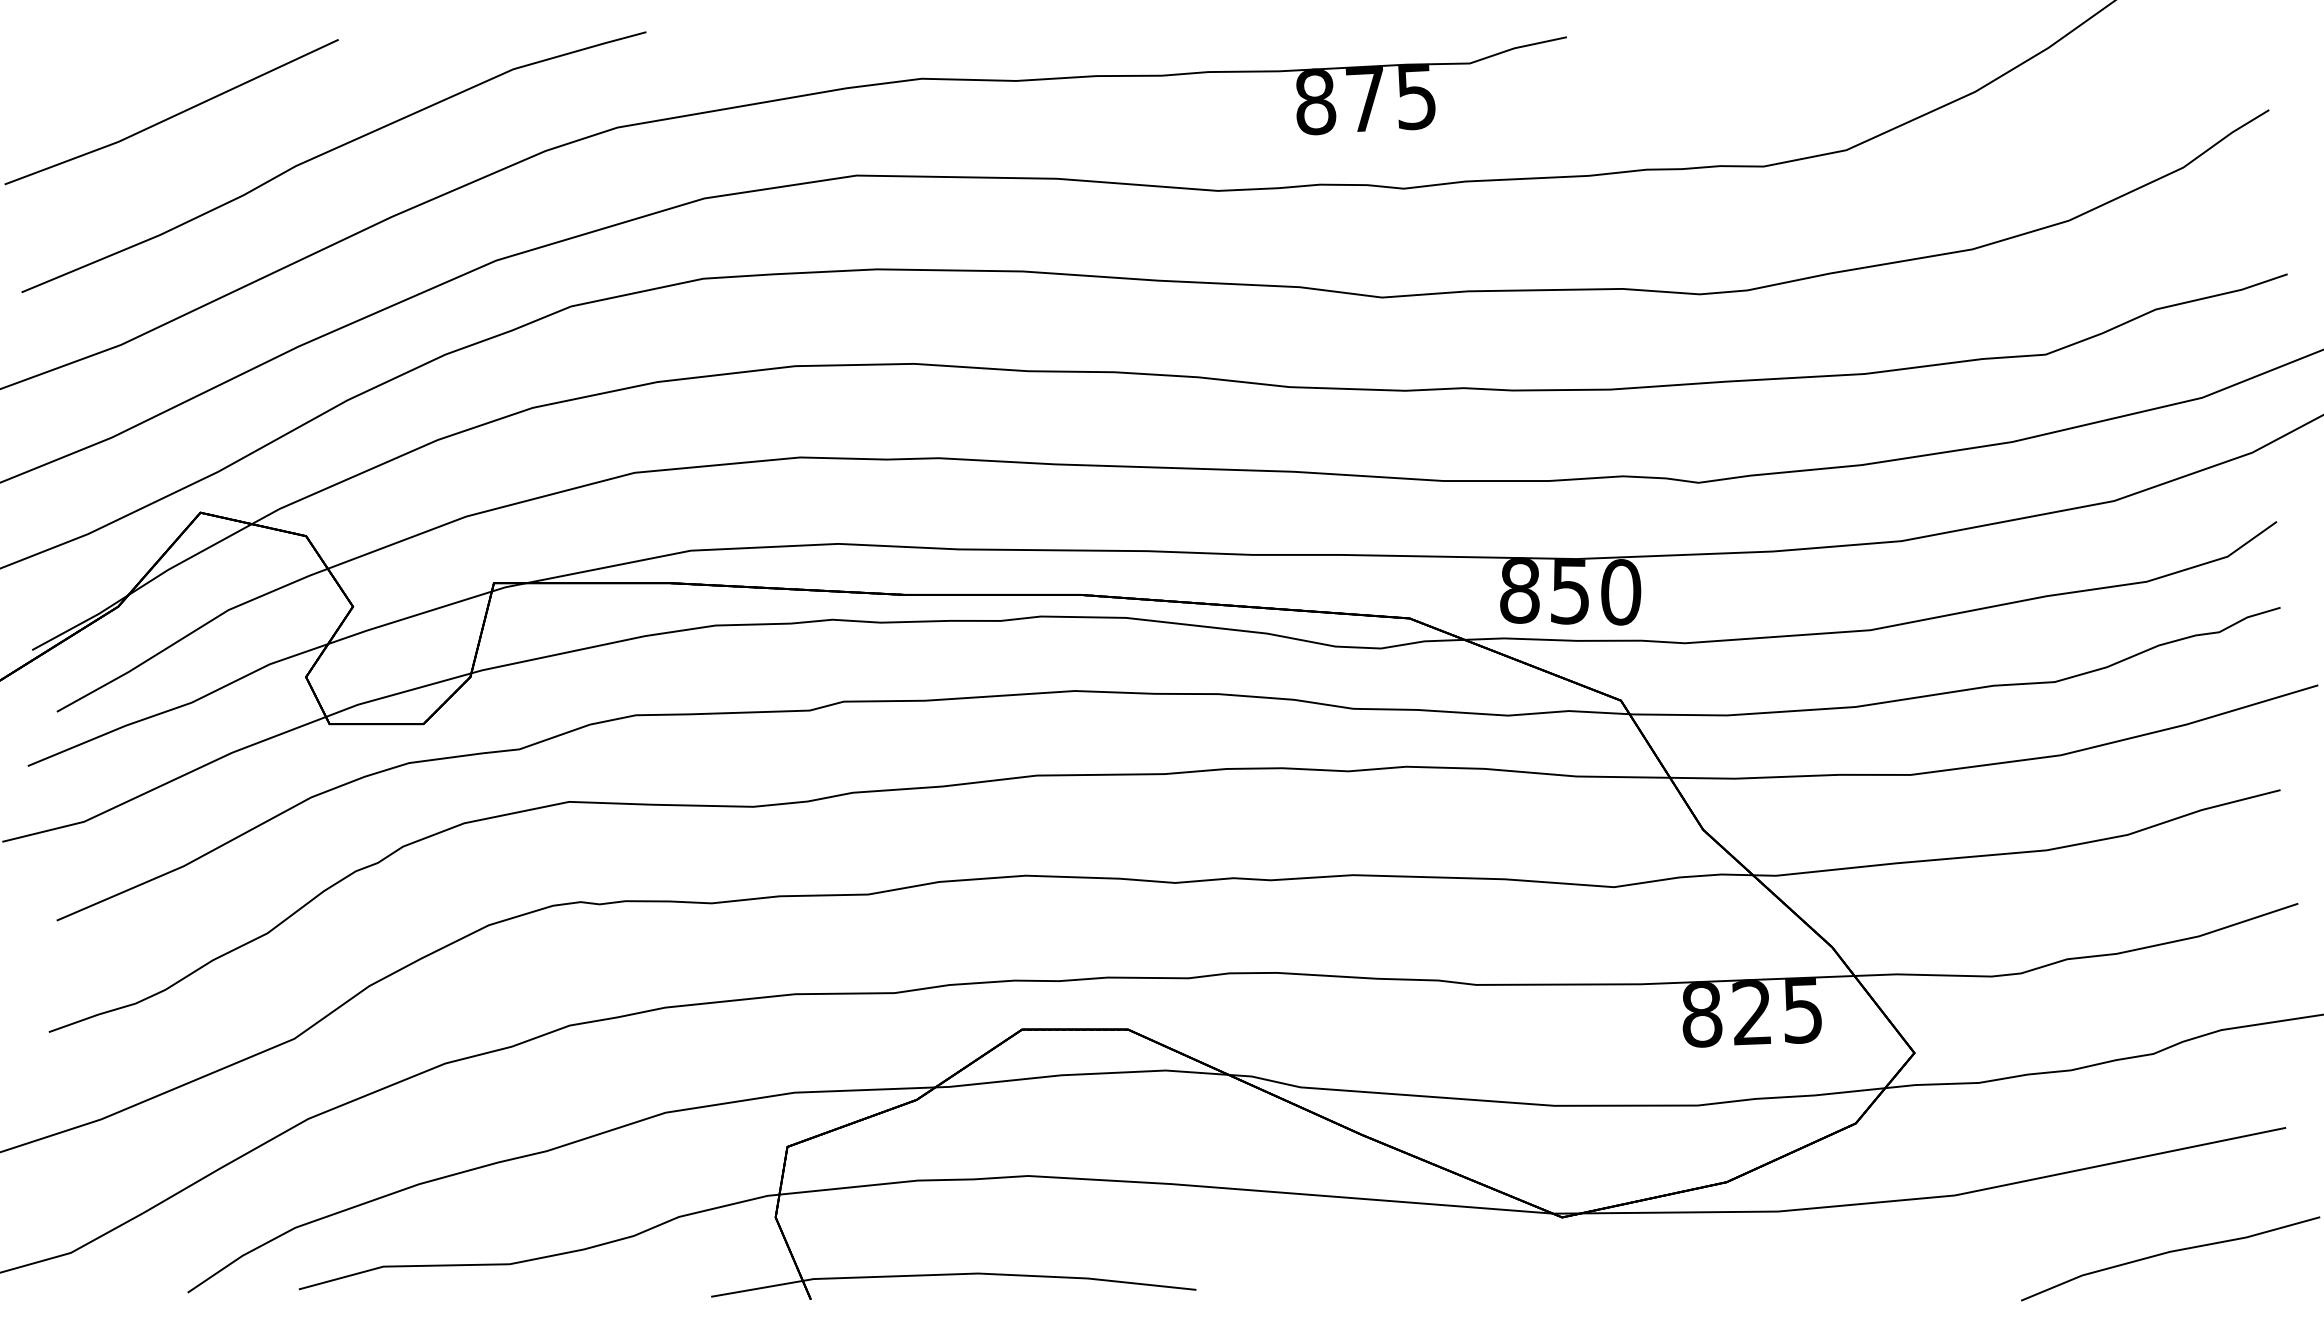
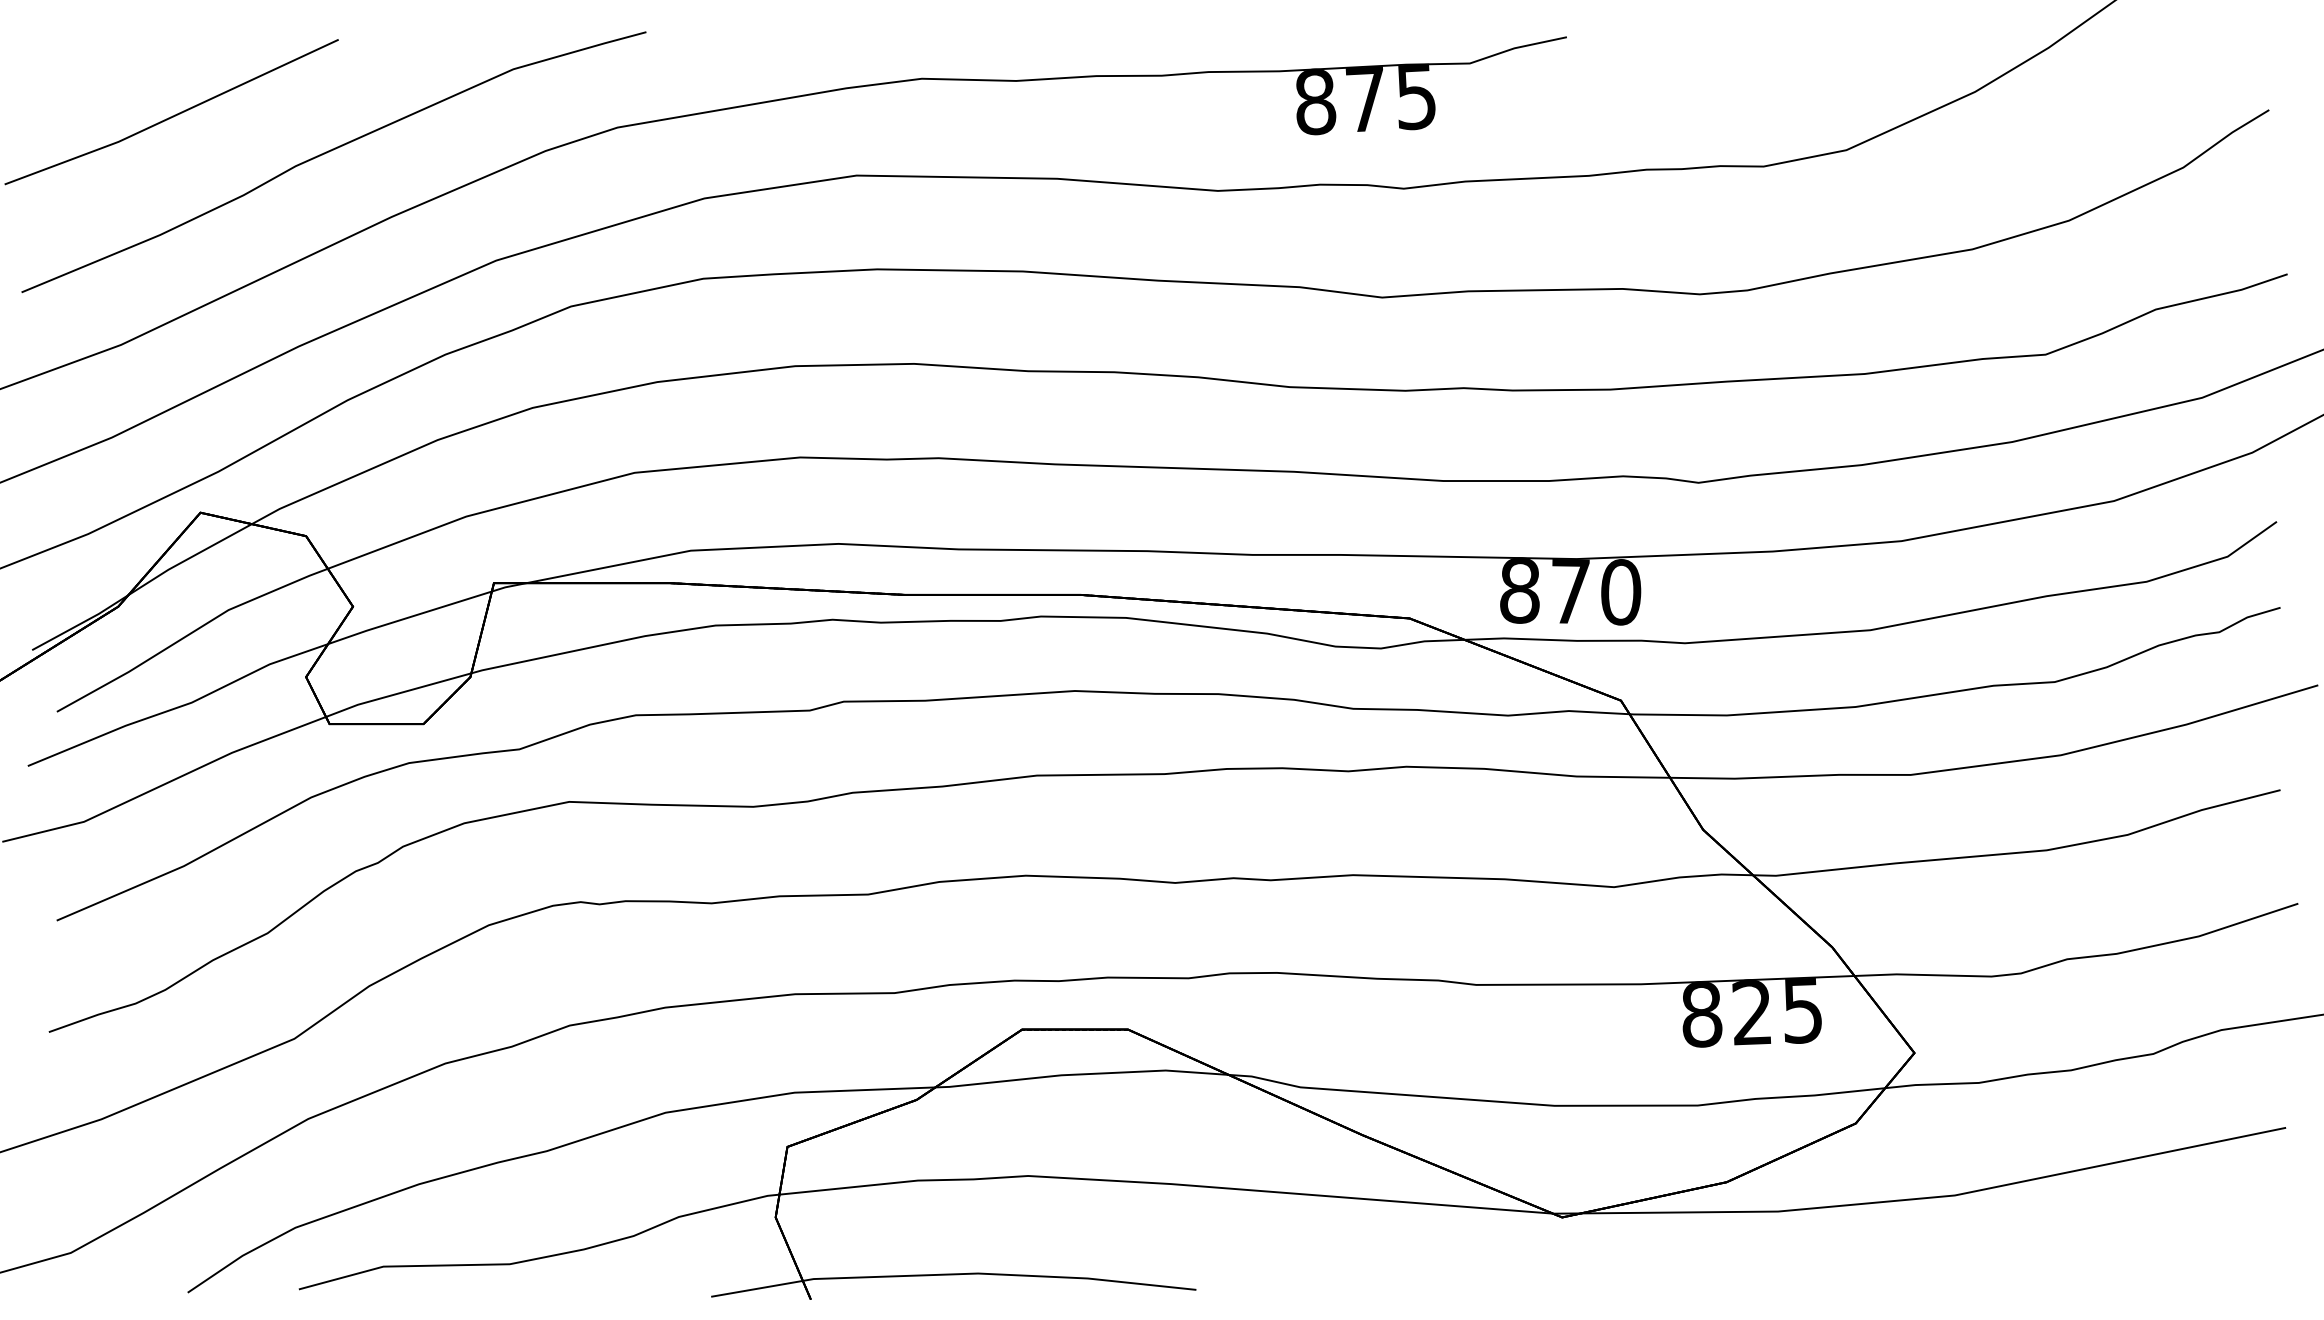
text at (1570, 591): 850 -> 870
line at (2168, 1253): present -> none
